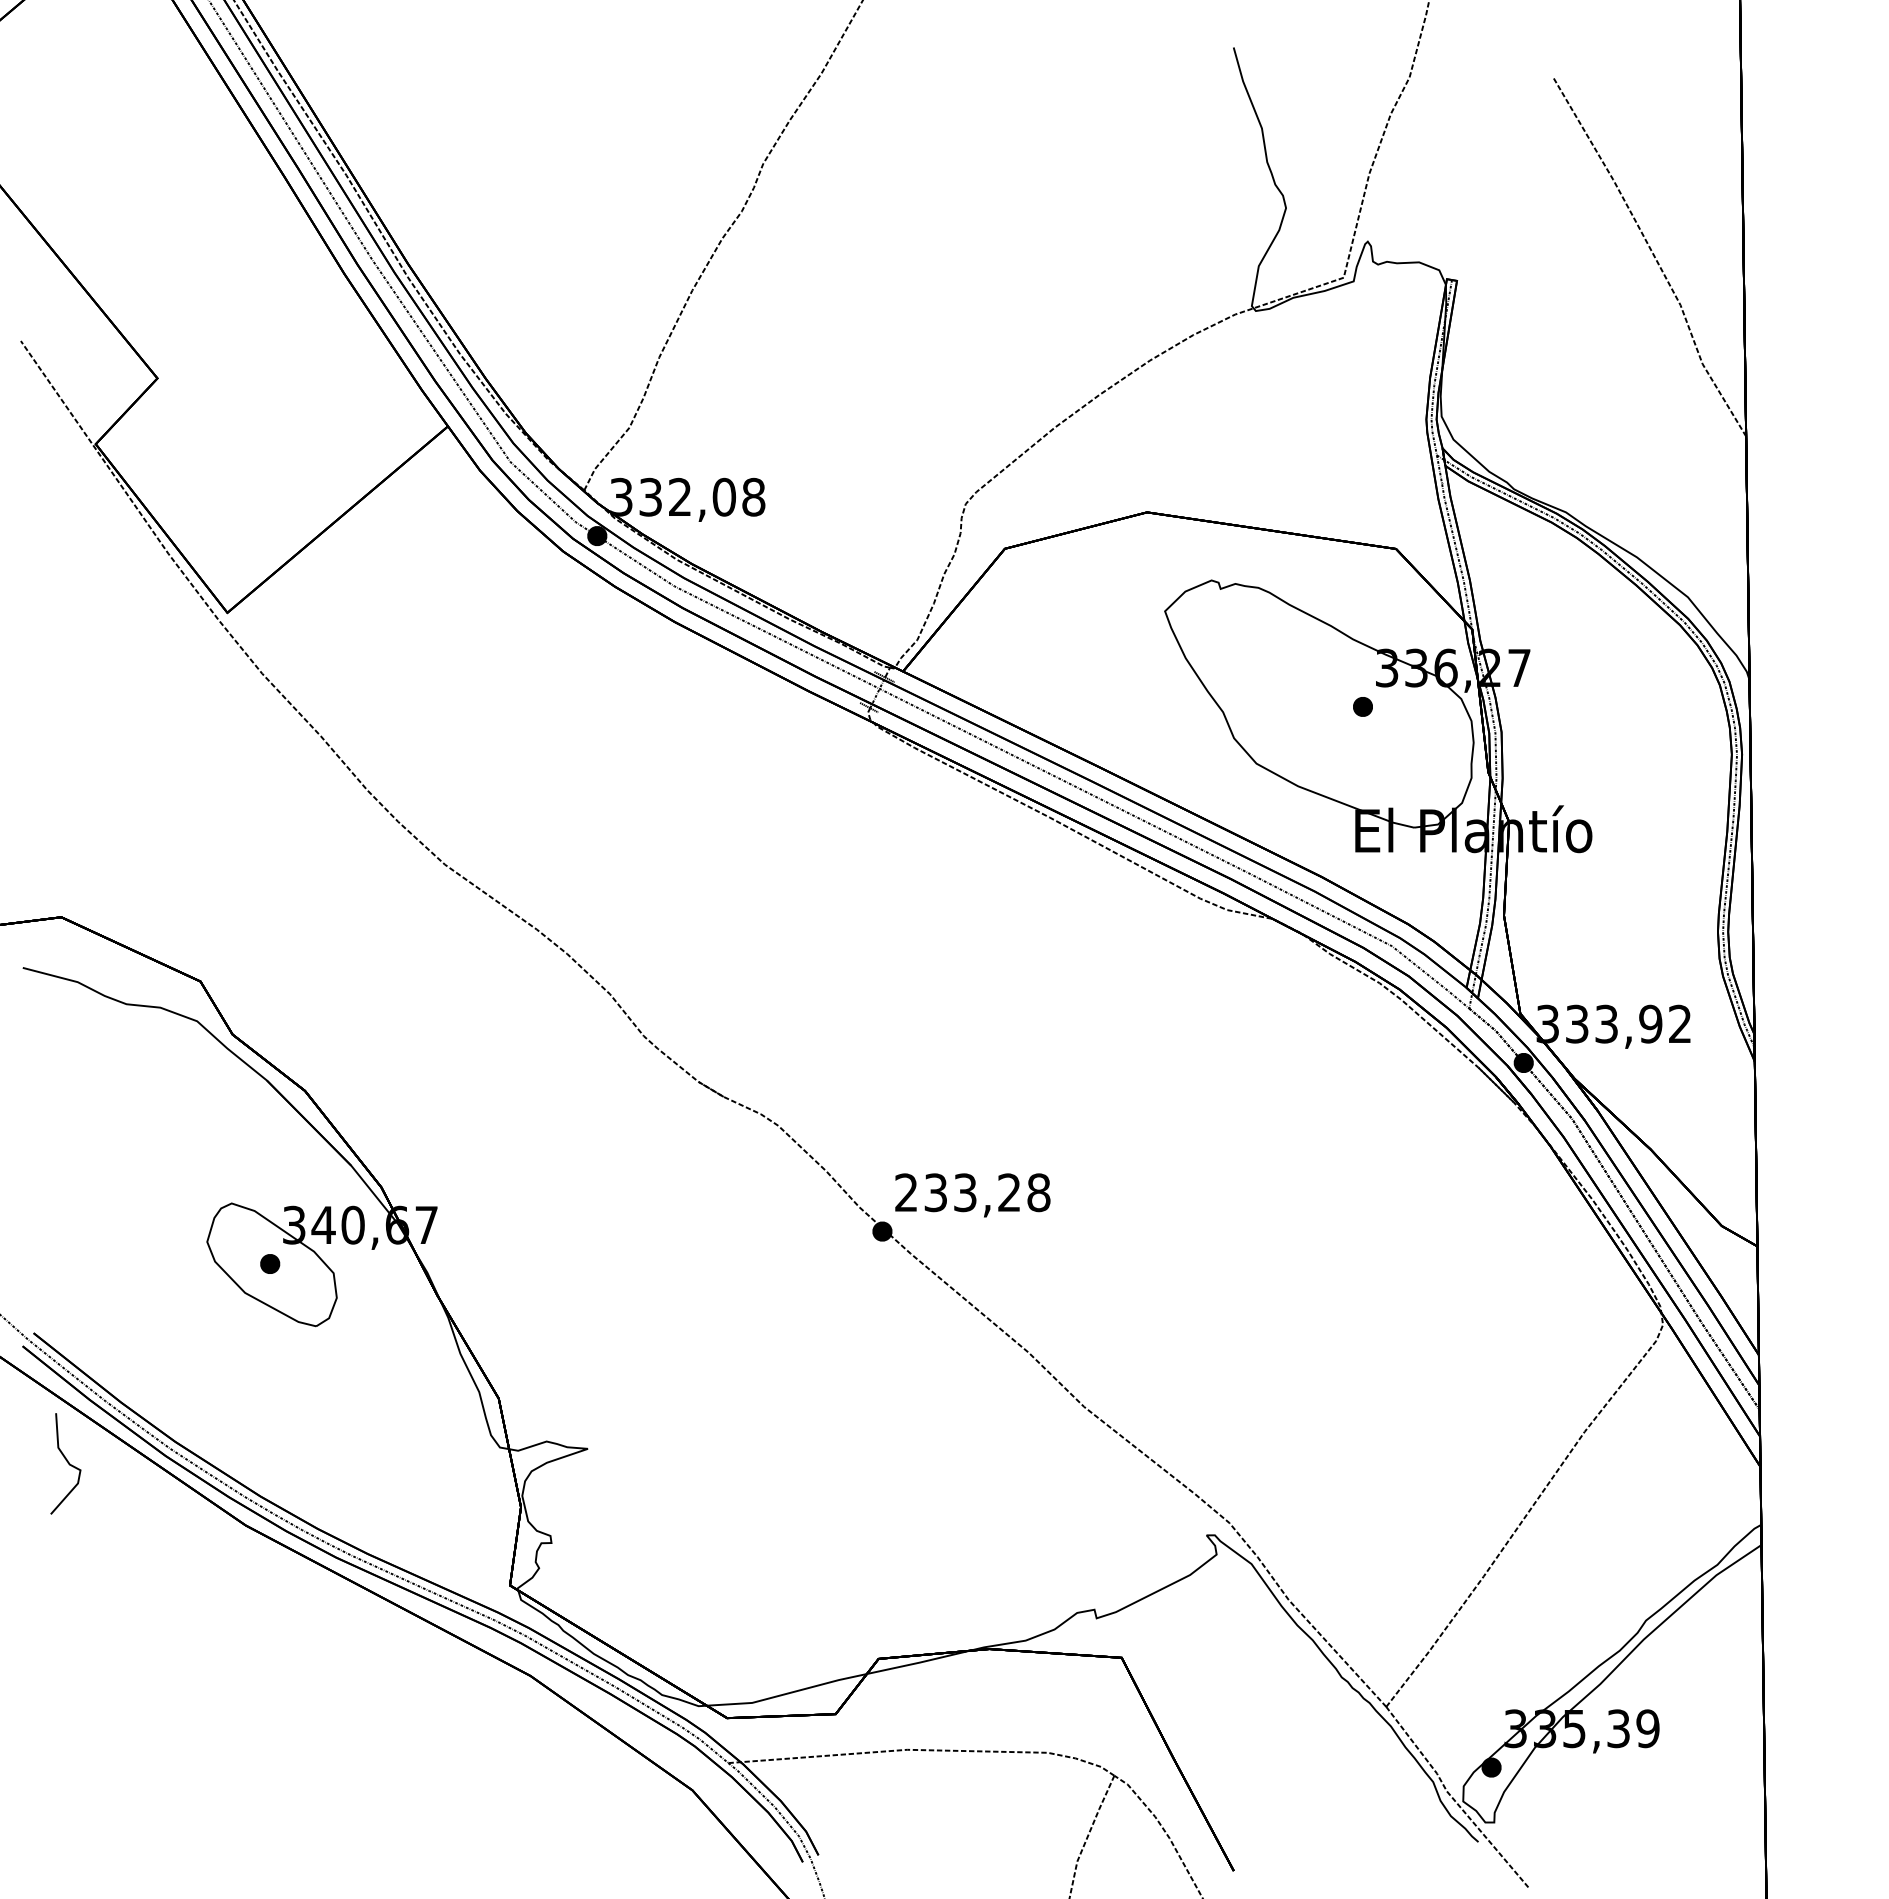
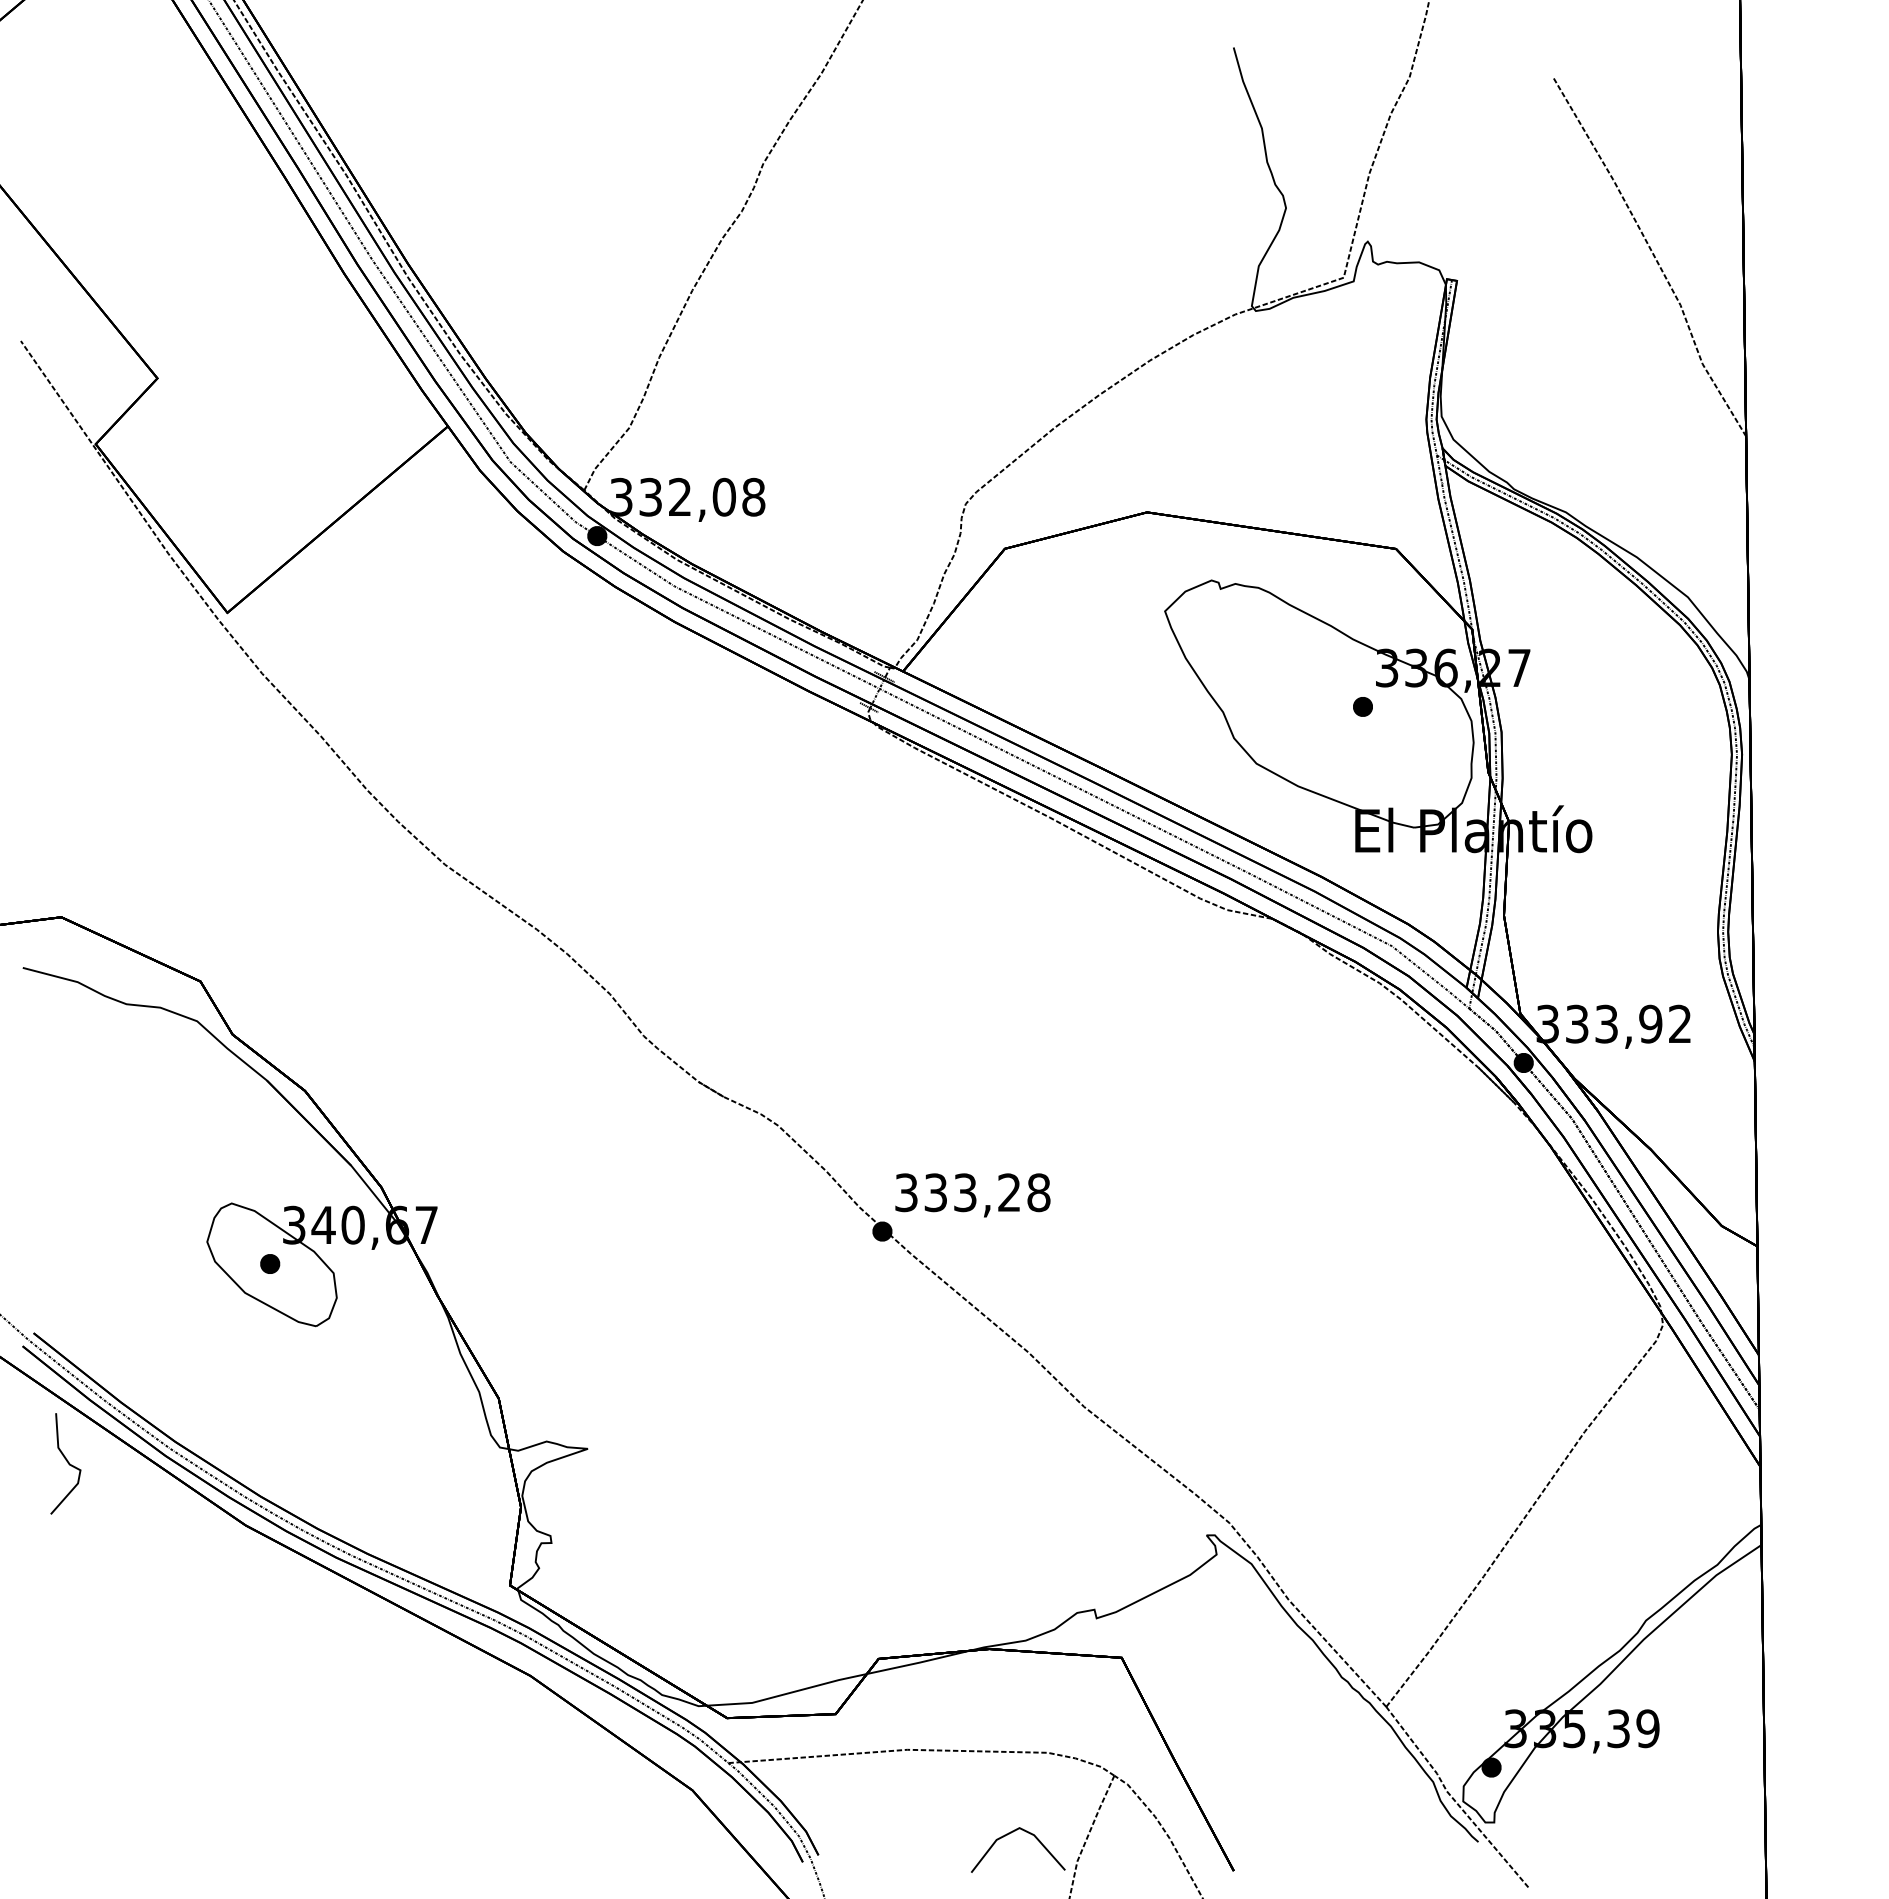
text at (906, 1192): 233,28 -> 333,28
line at (1011, 1833): none -> present
